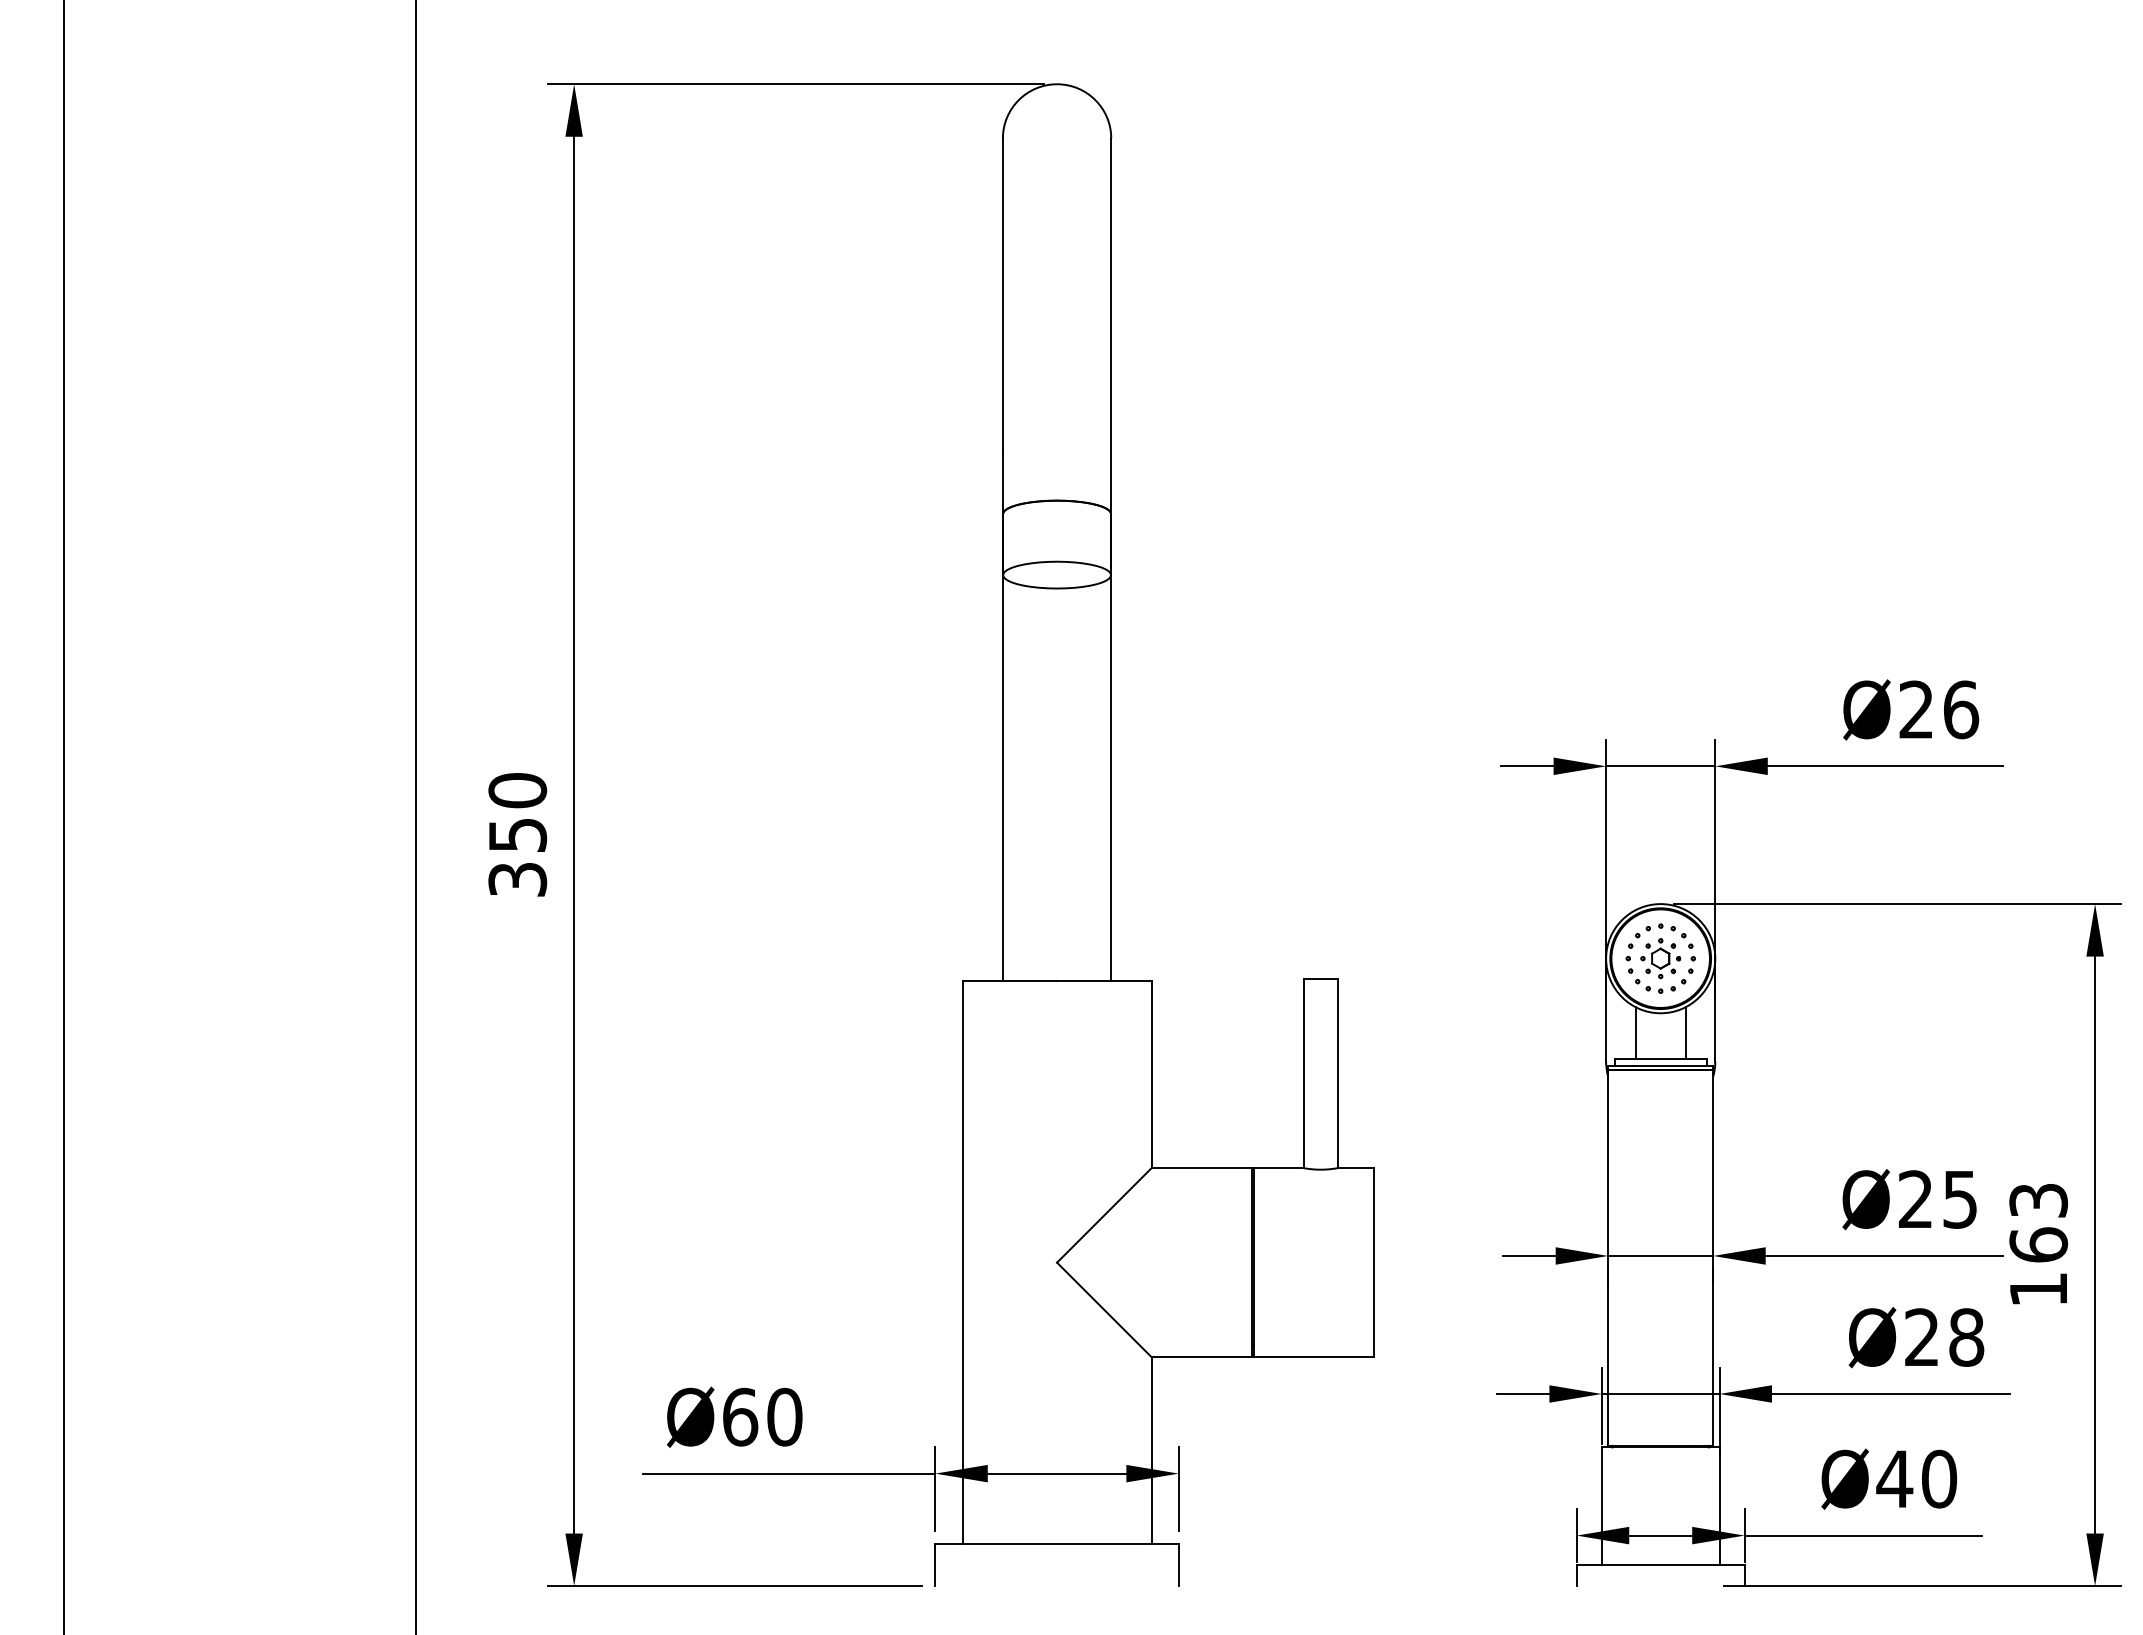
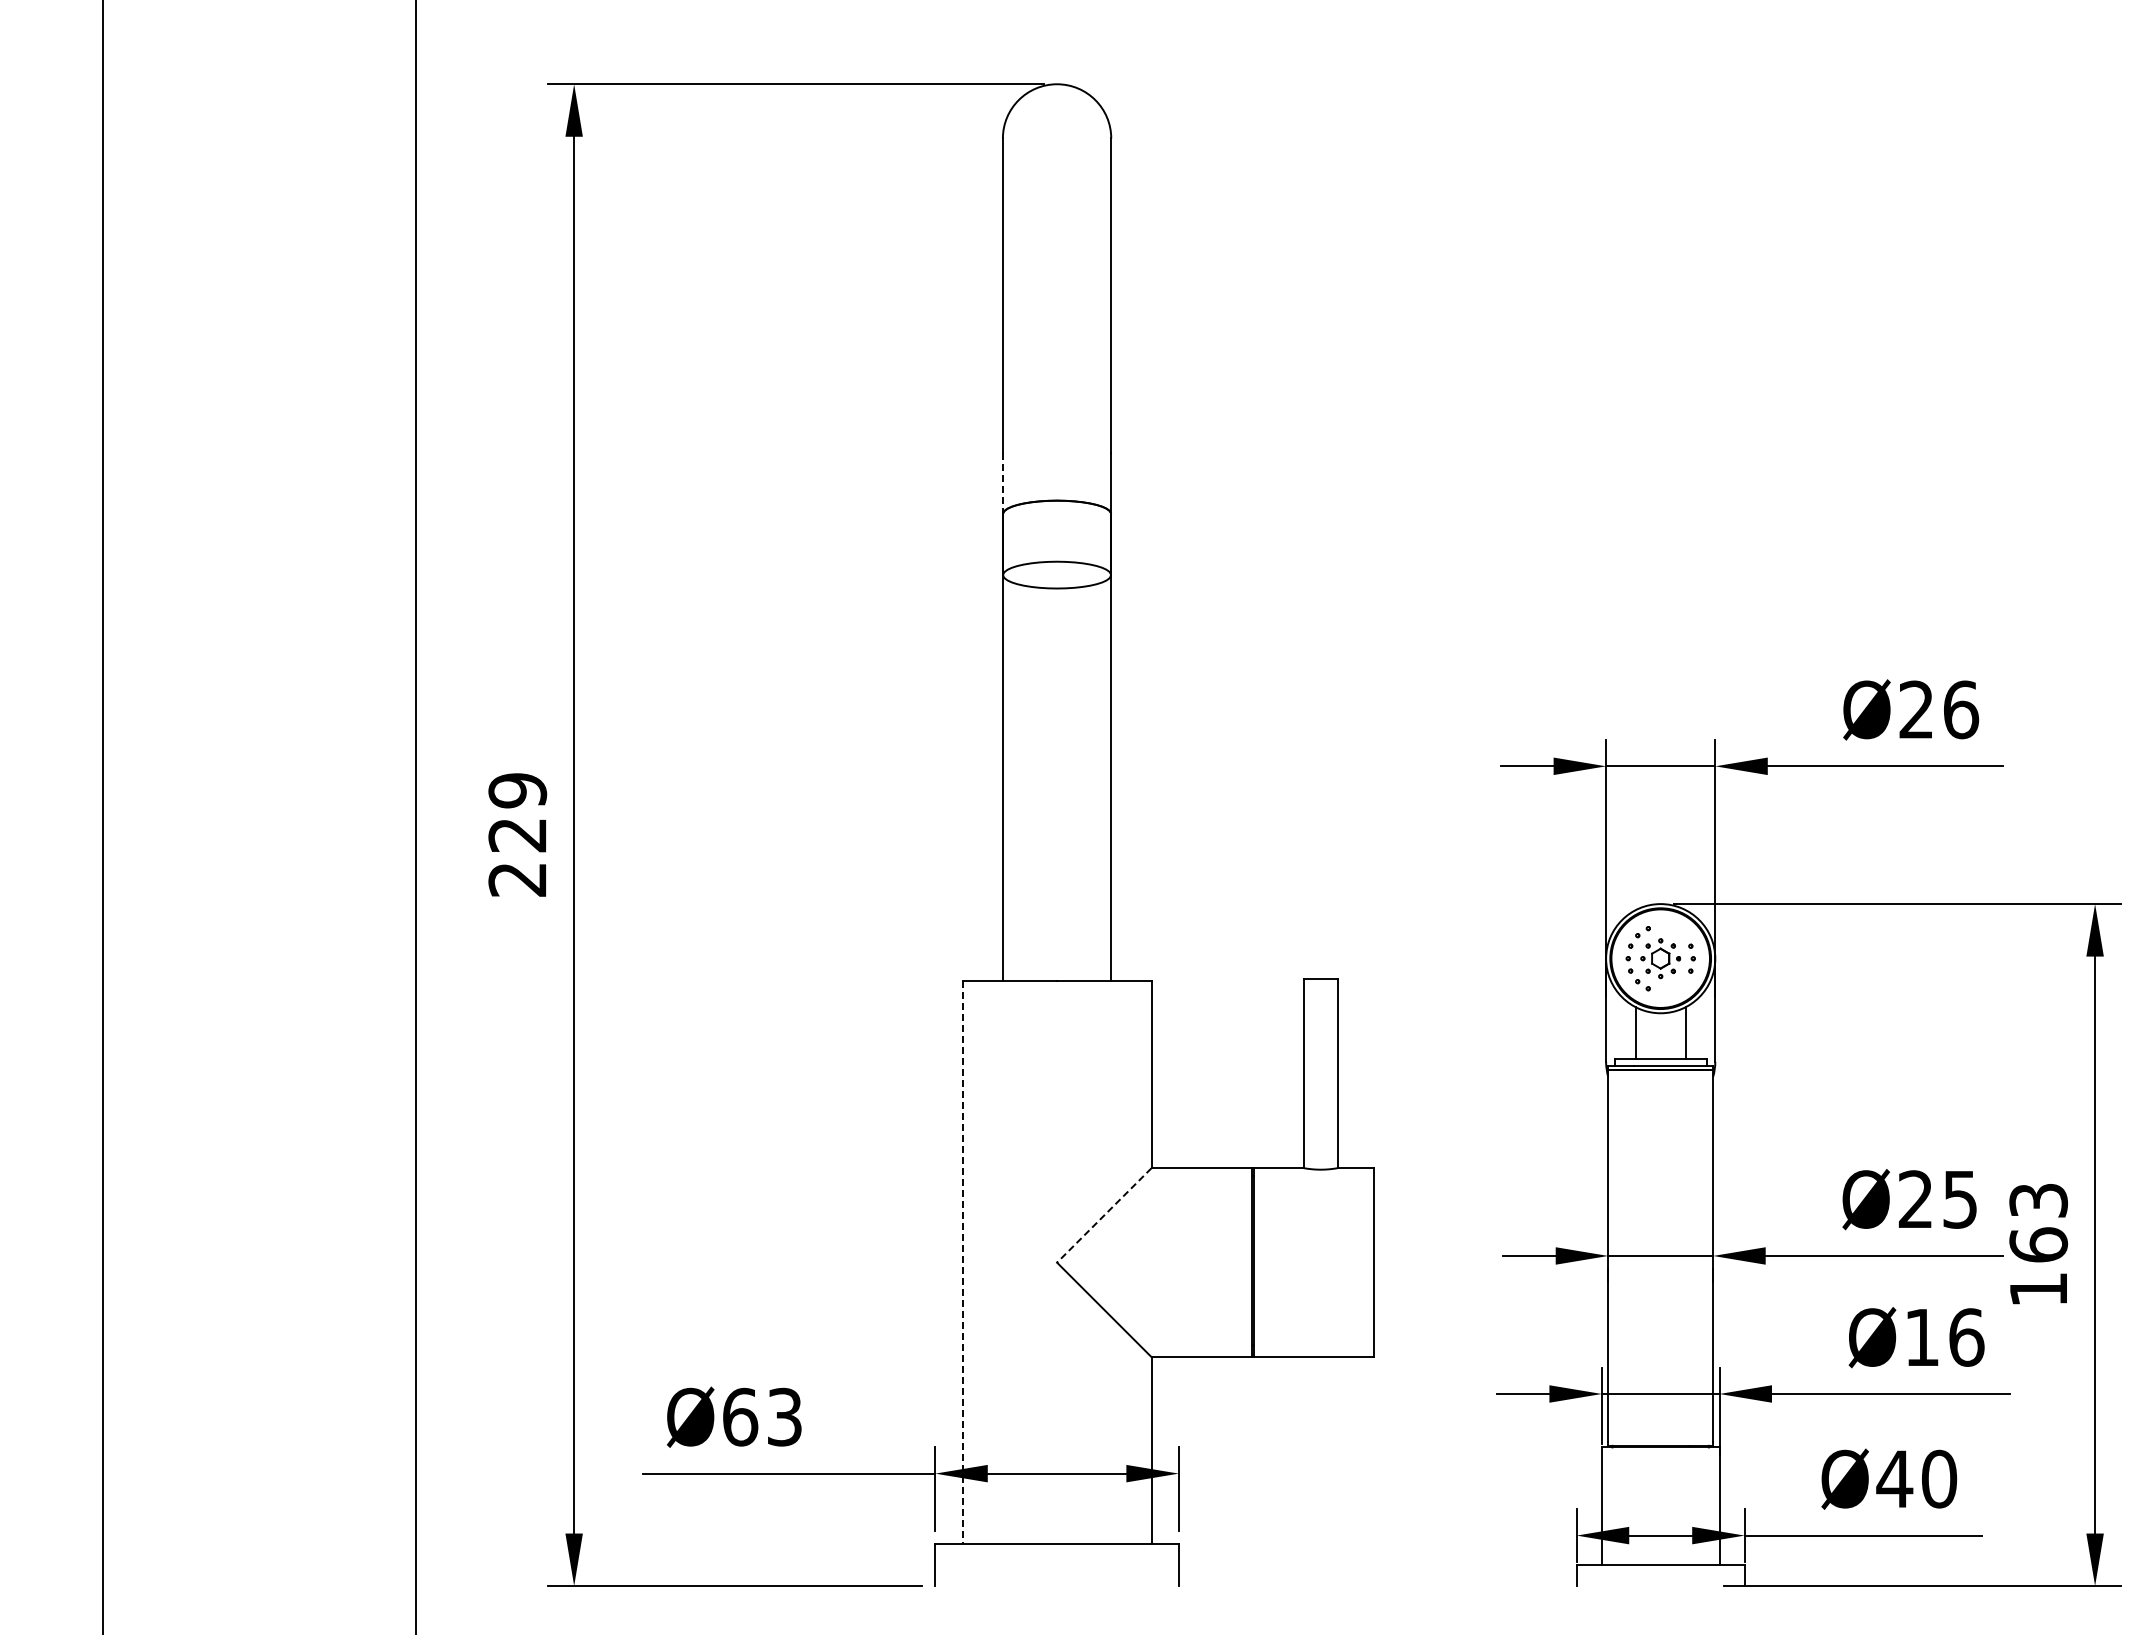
line at (1002, 483): solid -> dashed
line at (64, 816) position: (64, 816) -> (103, 816)
text at (517, 834): 350 -> 229
part at (1672, 930): present -> none
part at (1672, 986): present -> none
line at (1104, 1215): solid -> dashed
line at (962, 1263): solid -> dashed
text at (1944, 1337): Ø28 -> Ø16
text at (784, 1416): Ø60 -> Ø63
